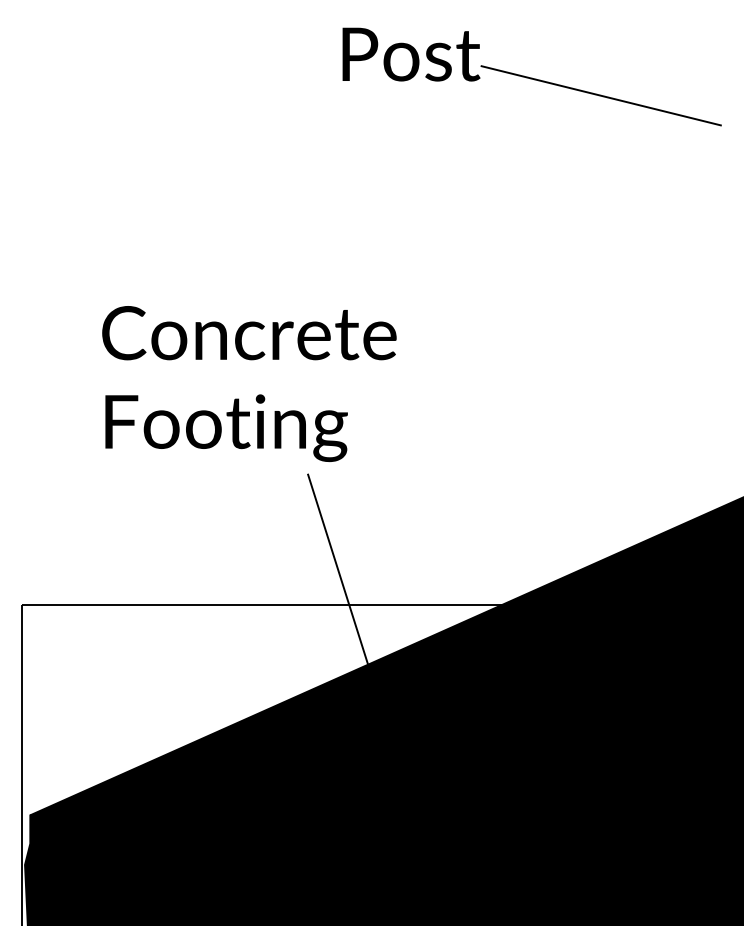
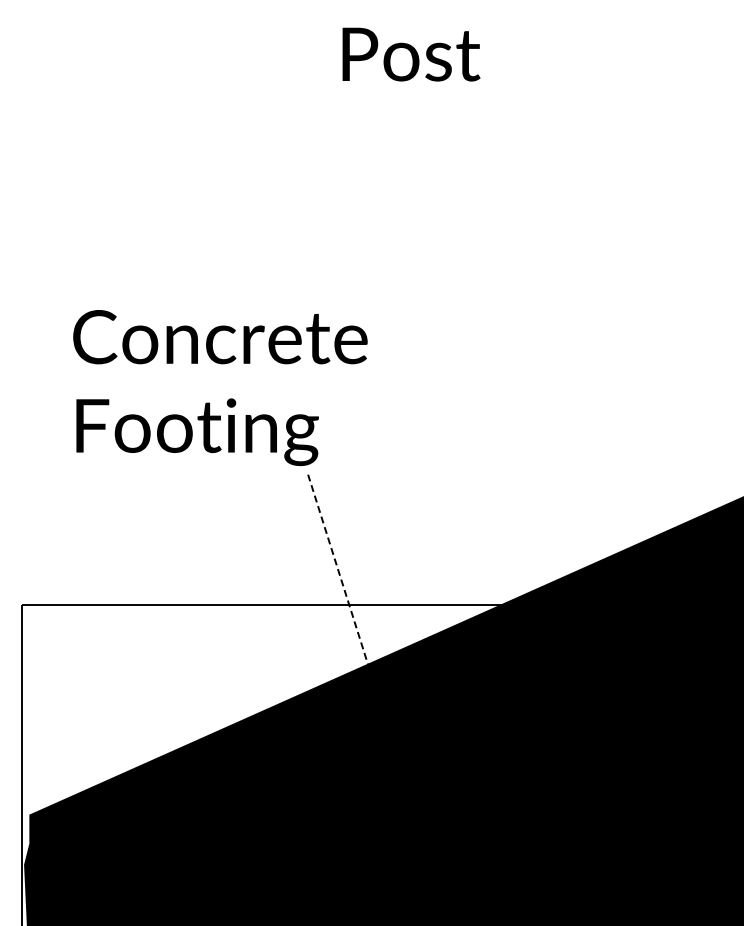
line at (600, 95): present -> none
text at (249, 383) position: (249, 383) -> (220, 387)
line at (338, 569): solid -> dashed
